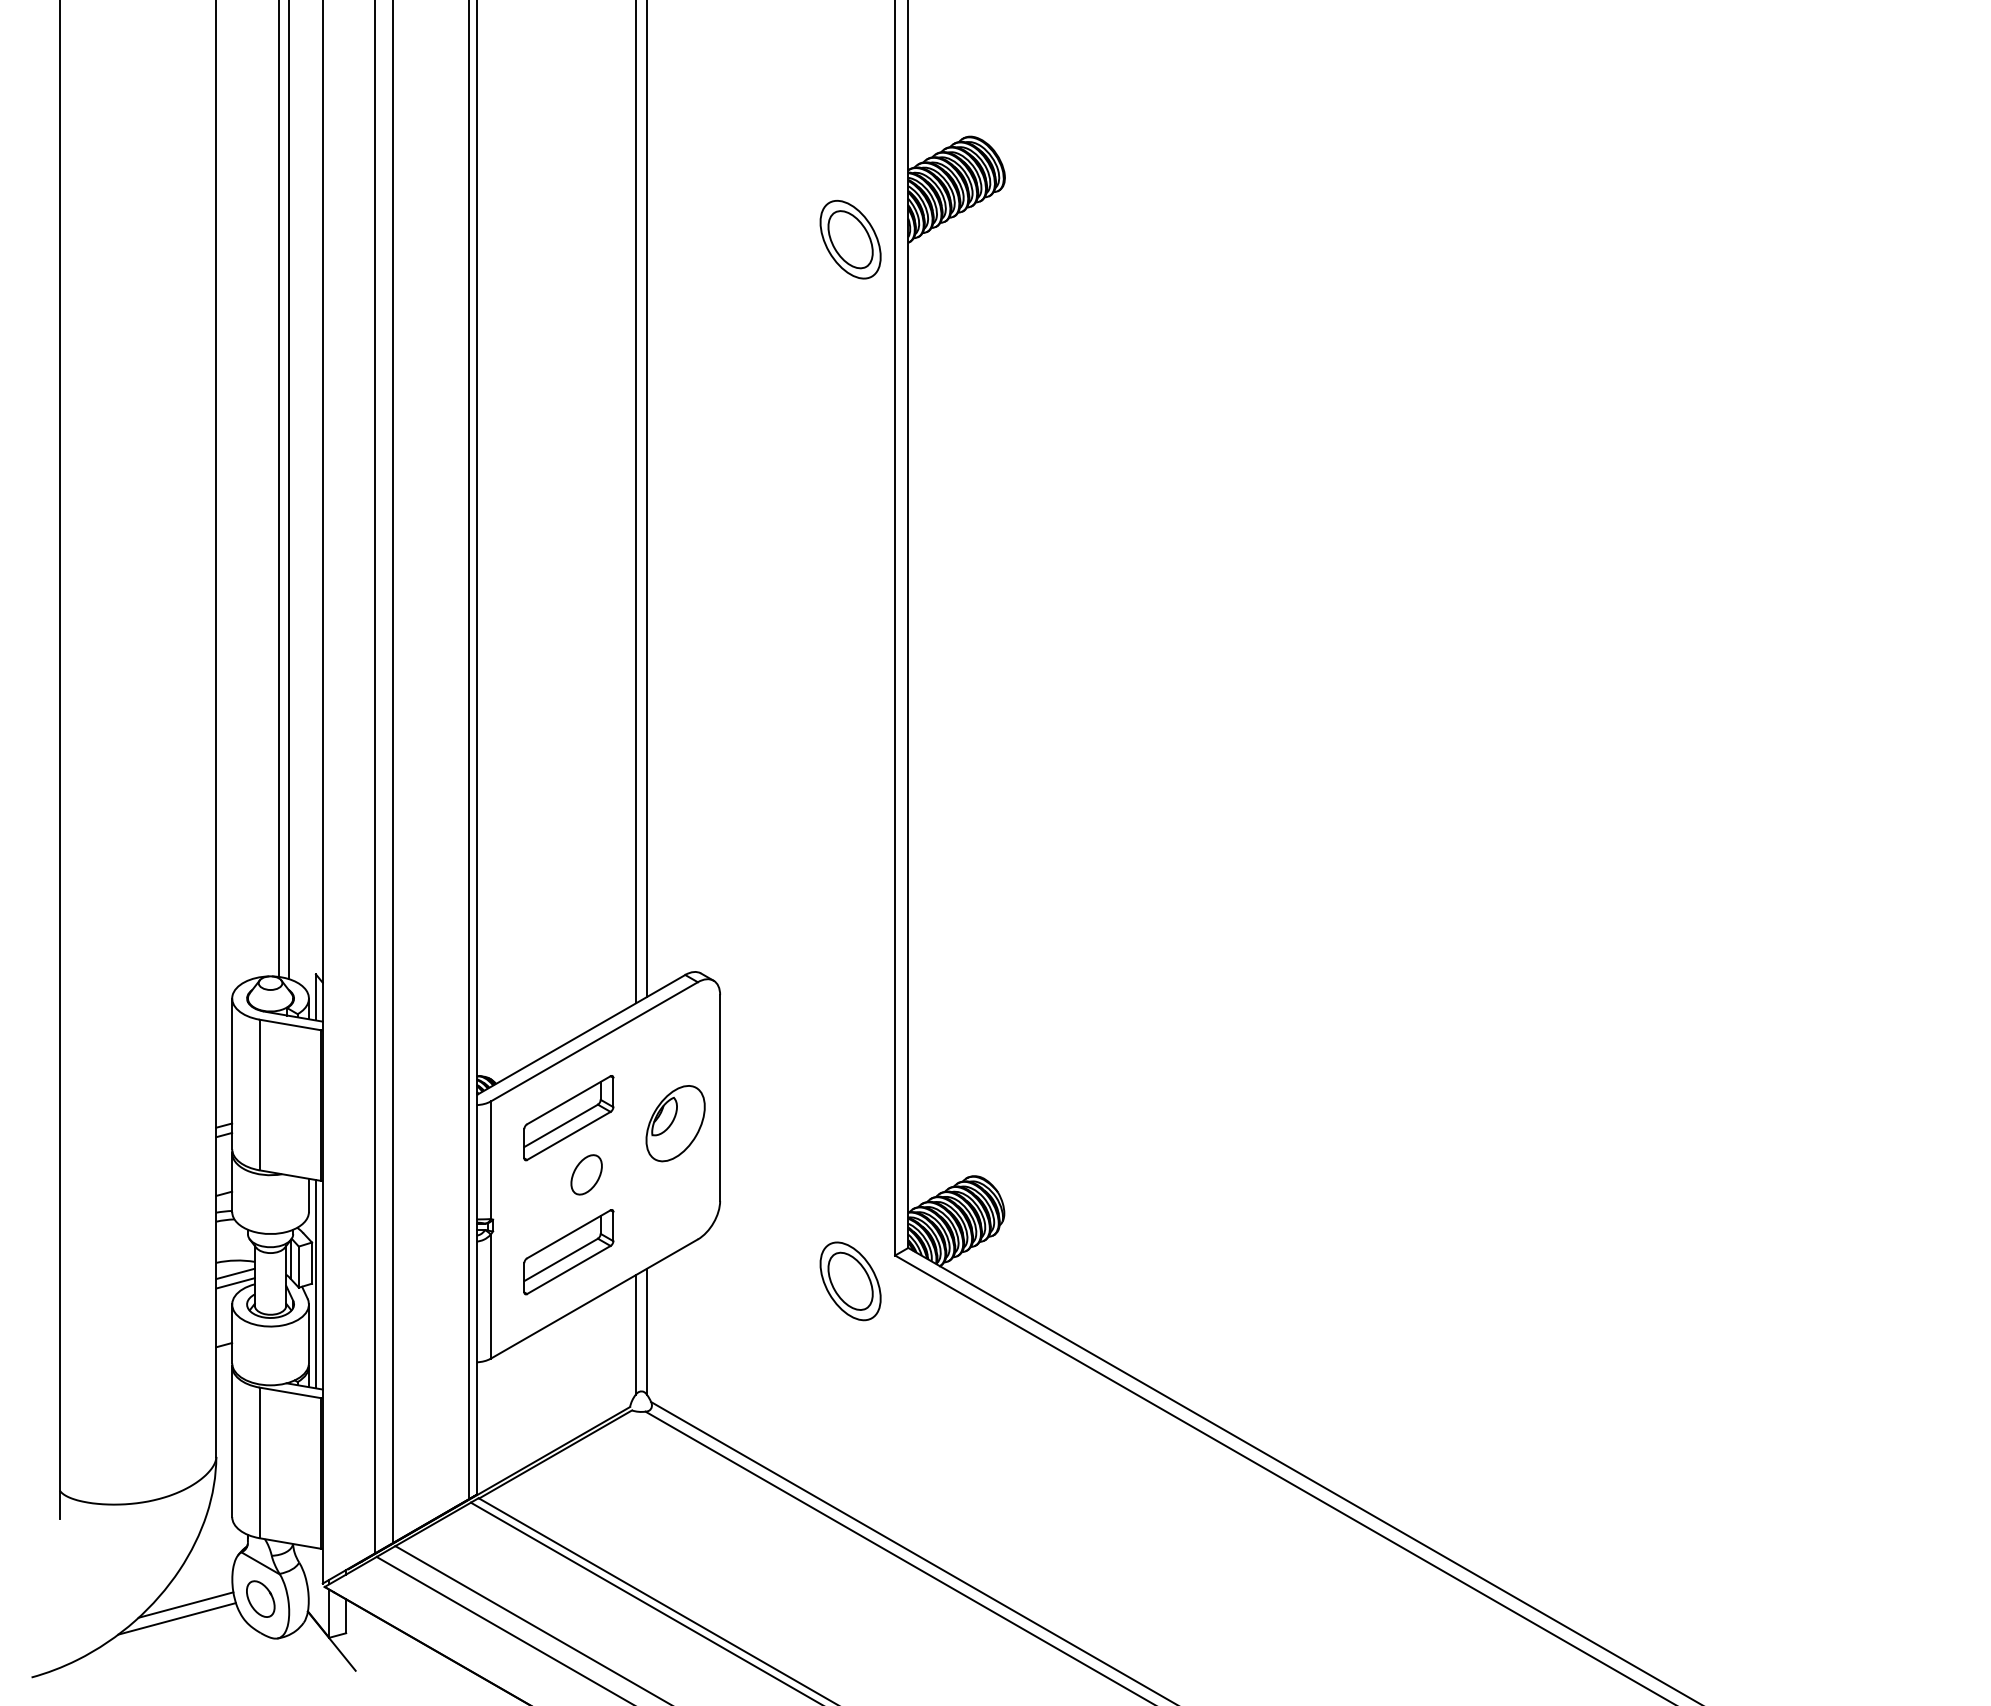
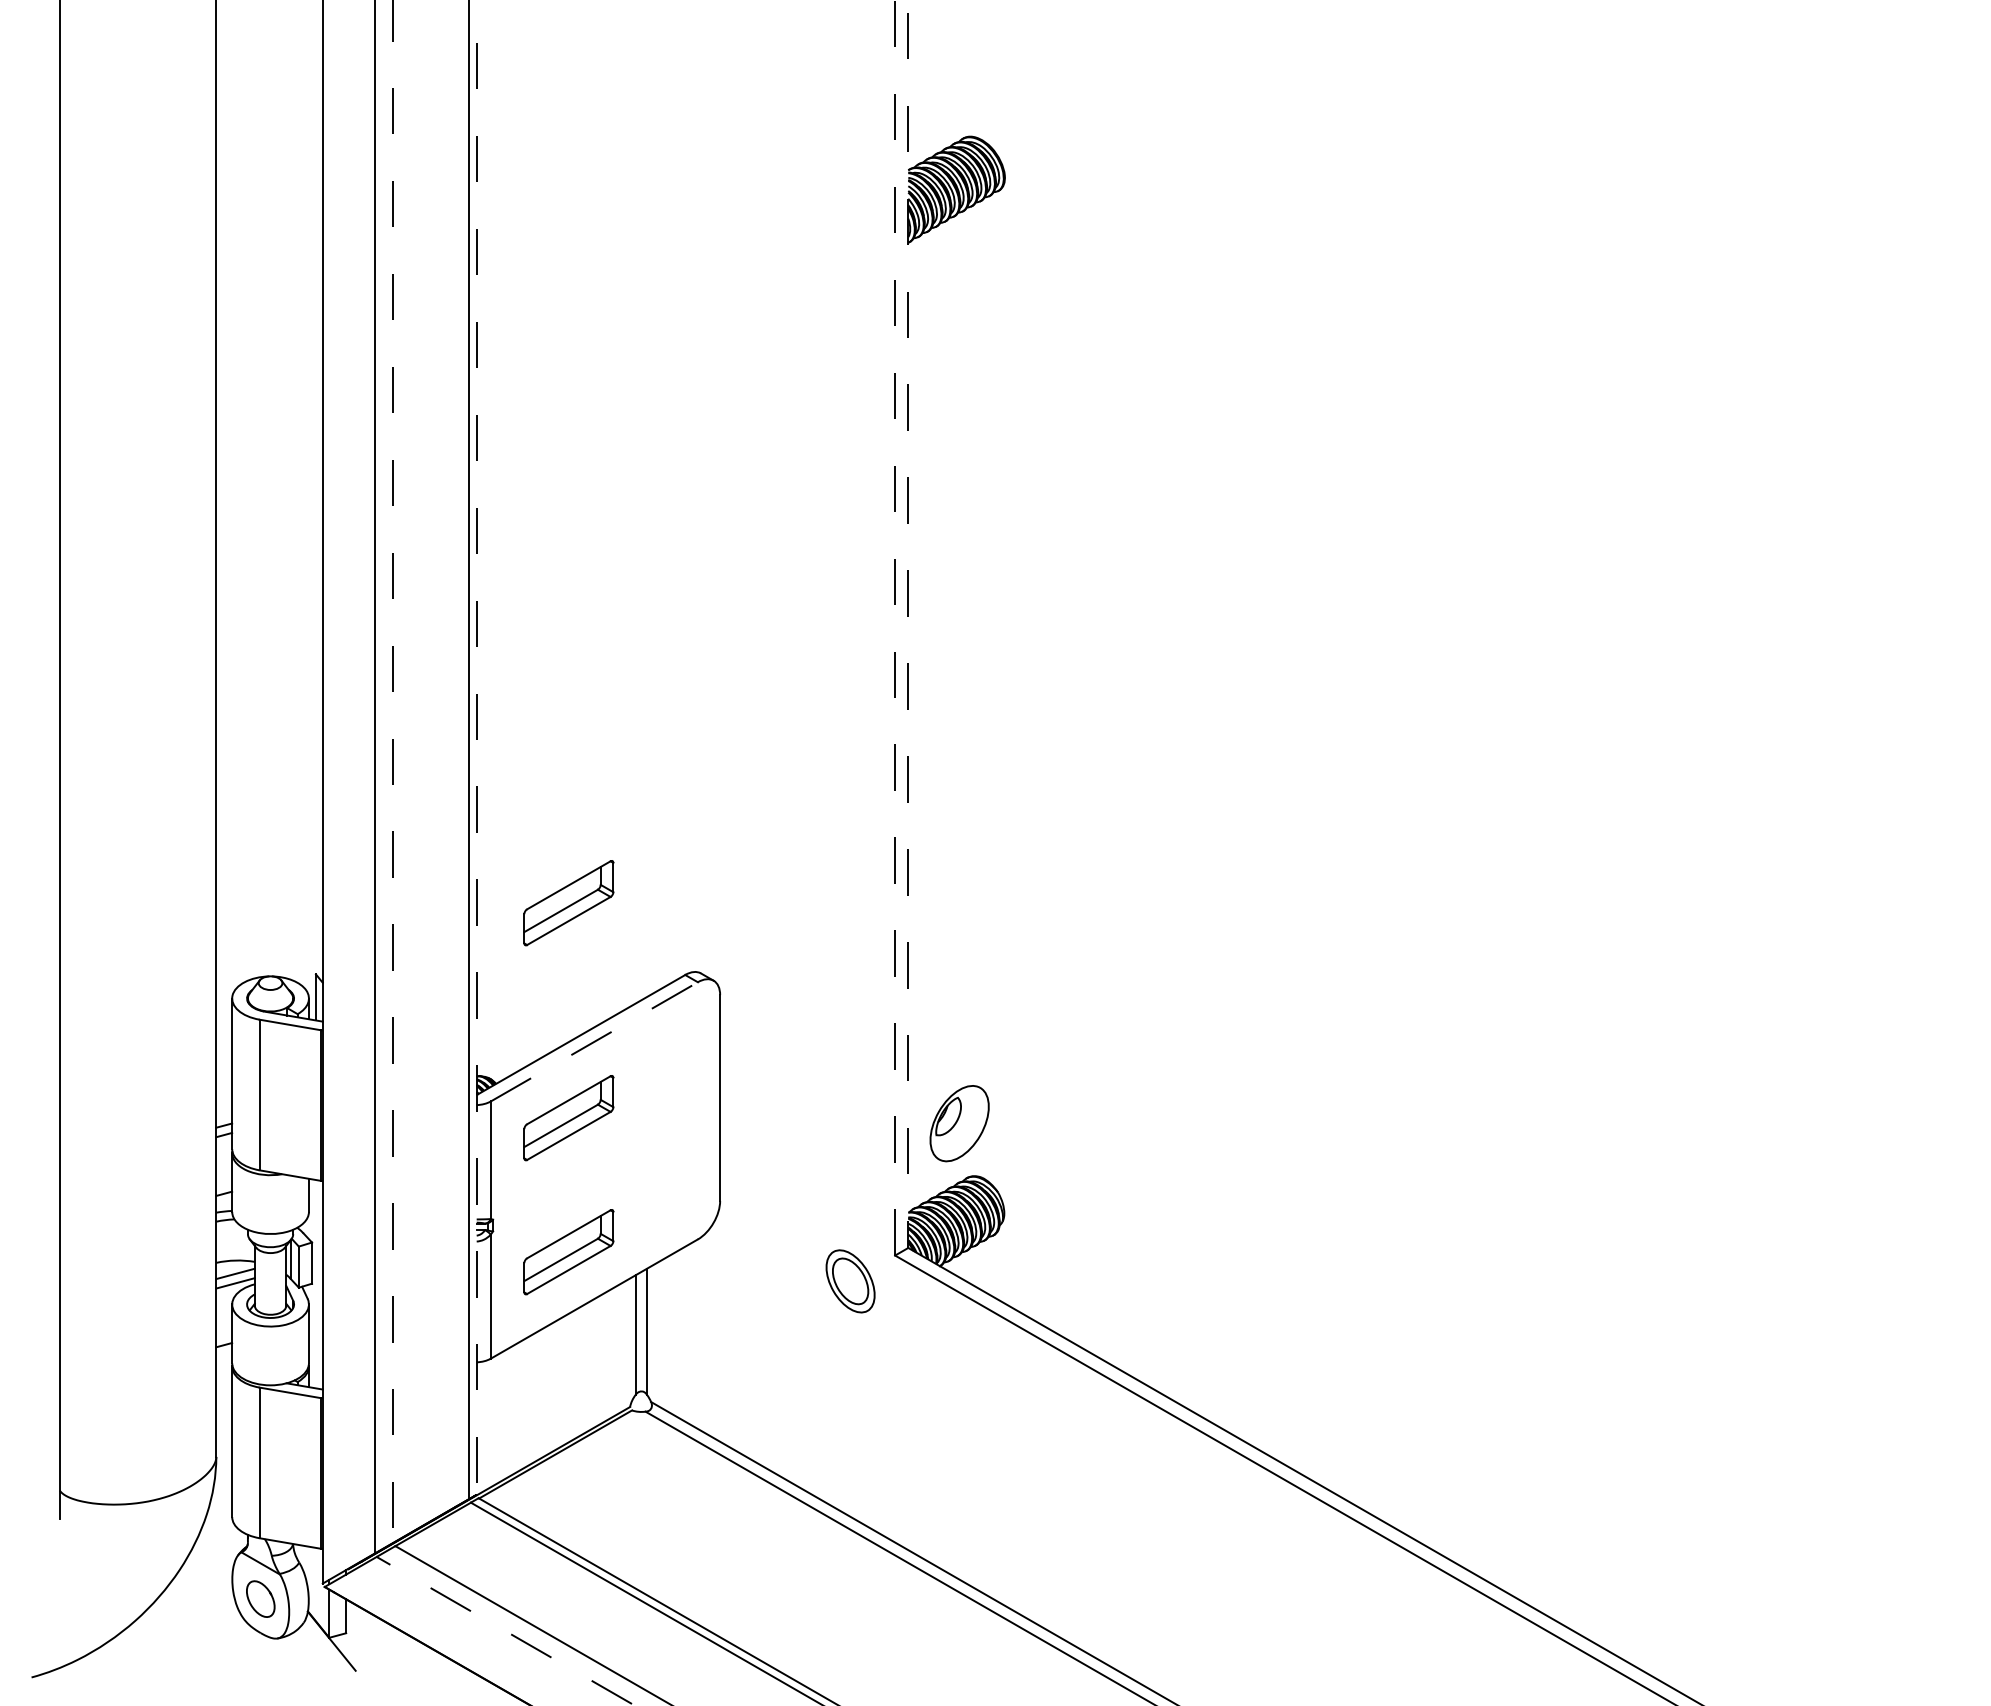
part at (850, 239): present -> none
line at (278, 489): present -> none
line at (289, 490): present -> none
line at (646, 499): present -> none
line at (635, 502): present -> none
line at (908, 624): solid -> dashed
line at (895, 627): solid -> dashed
line at (476, 747): solid -> dashed
line at (393, 771): solid -> dashed
part at (568, 903): none -> present
line at (594, 1041): solid -> dashed
part at (675, 1123) position: (675, 1123) -> (959, 1123)
part at (586, 1174): present -> none
part at (850, 1281) size: 63x81 px -> 51x65 px
line at (315, 1284): present -> none
line at (185, 1604): present -> none
line at (176, 1618): present -> none
line at (505, 1631): solid -> dashed
